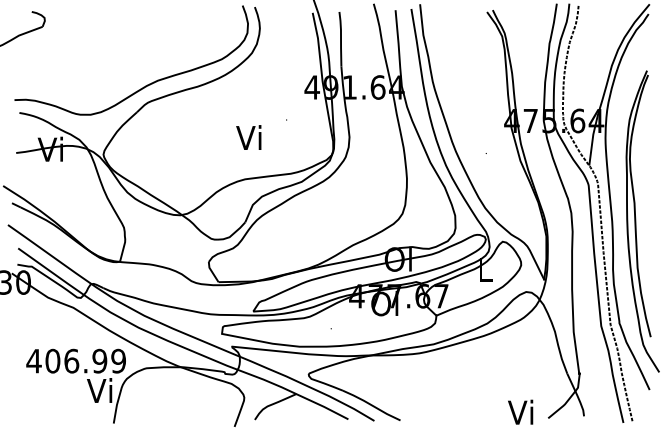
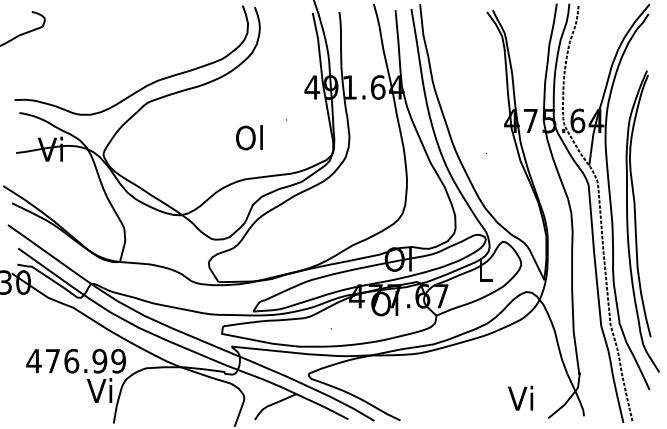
text at (249, 137): Vi -> Ol
text at (52, 360): 406.99 -> 476.99
text at (520, 411) position: (520, 411) -> (520, 397)
